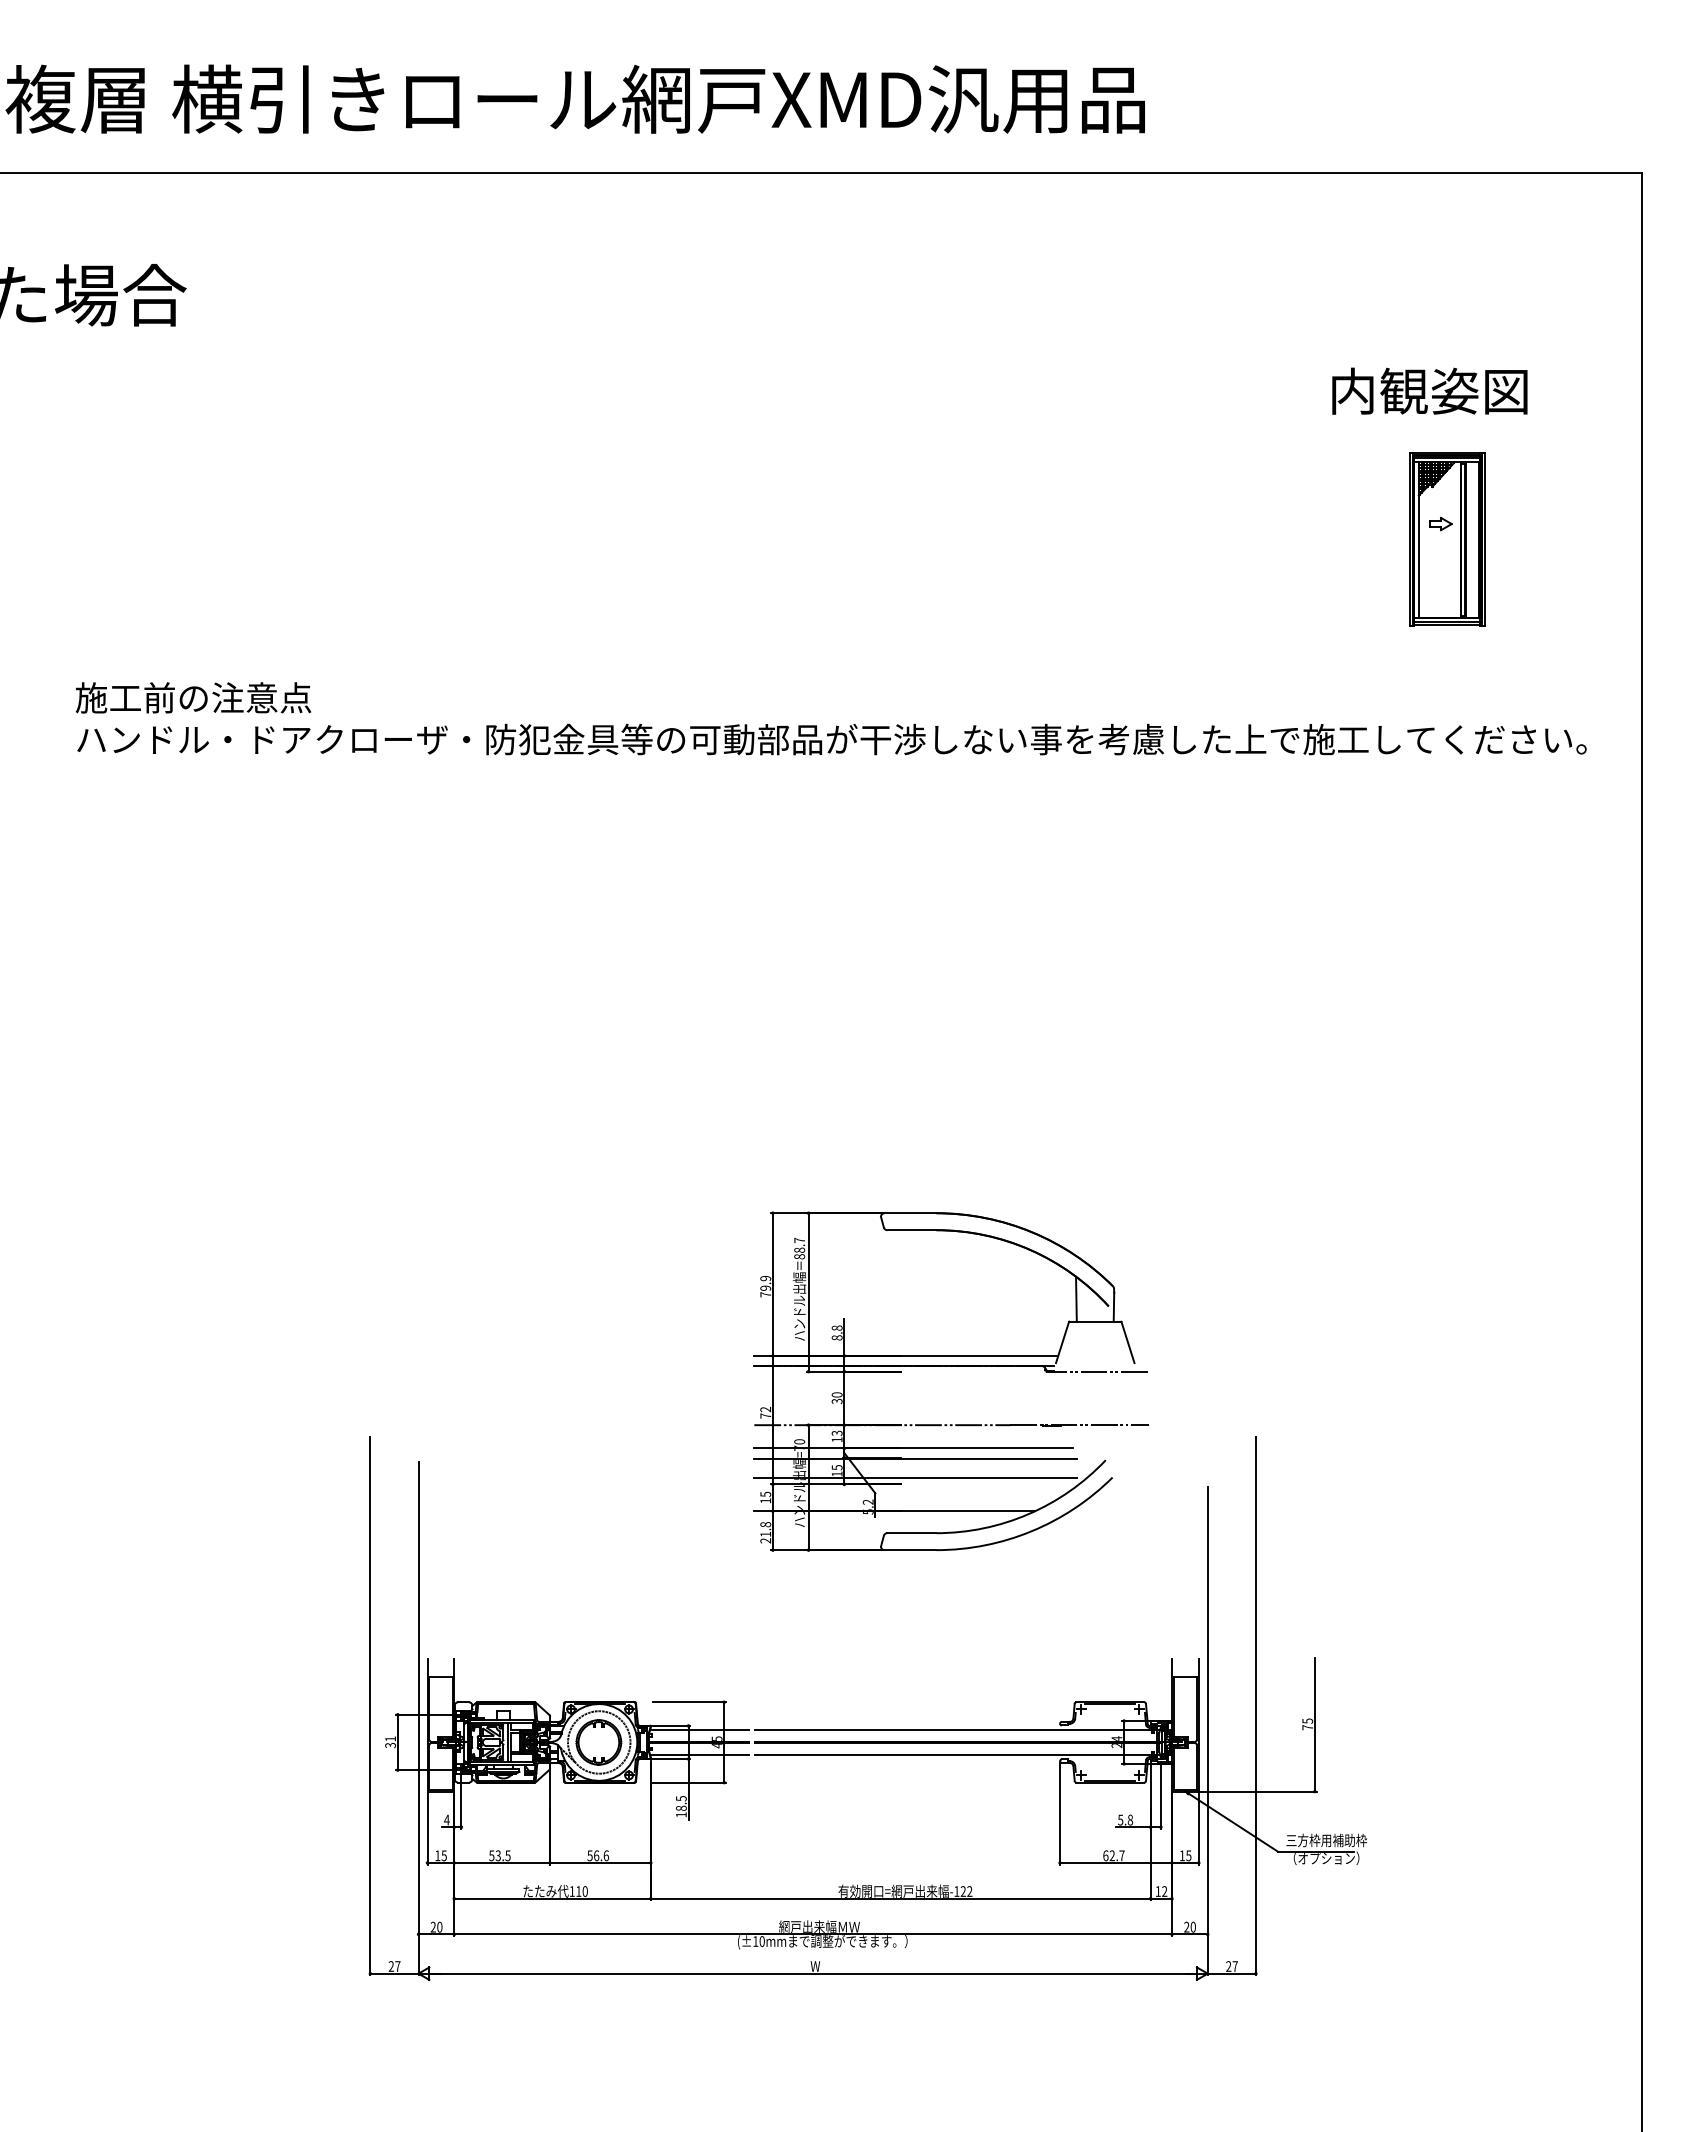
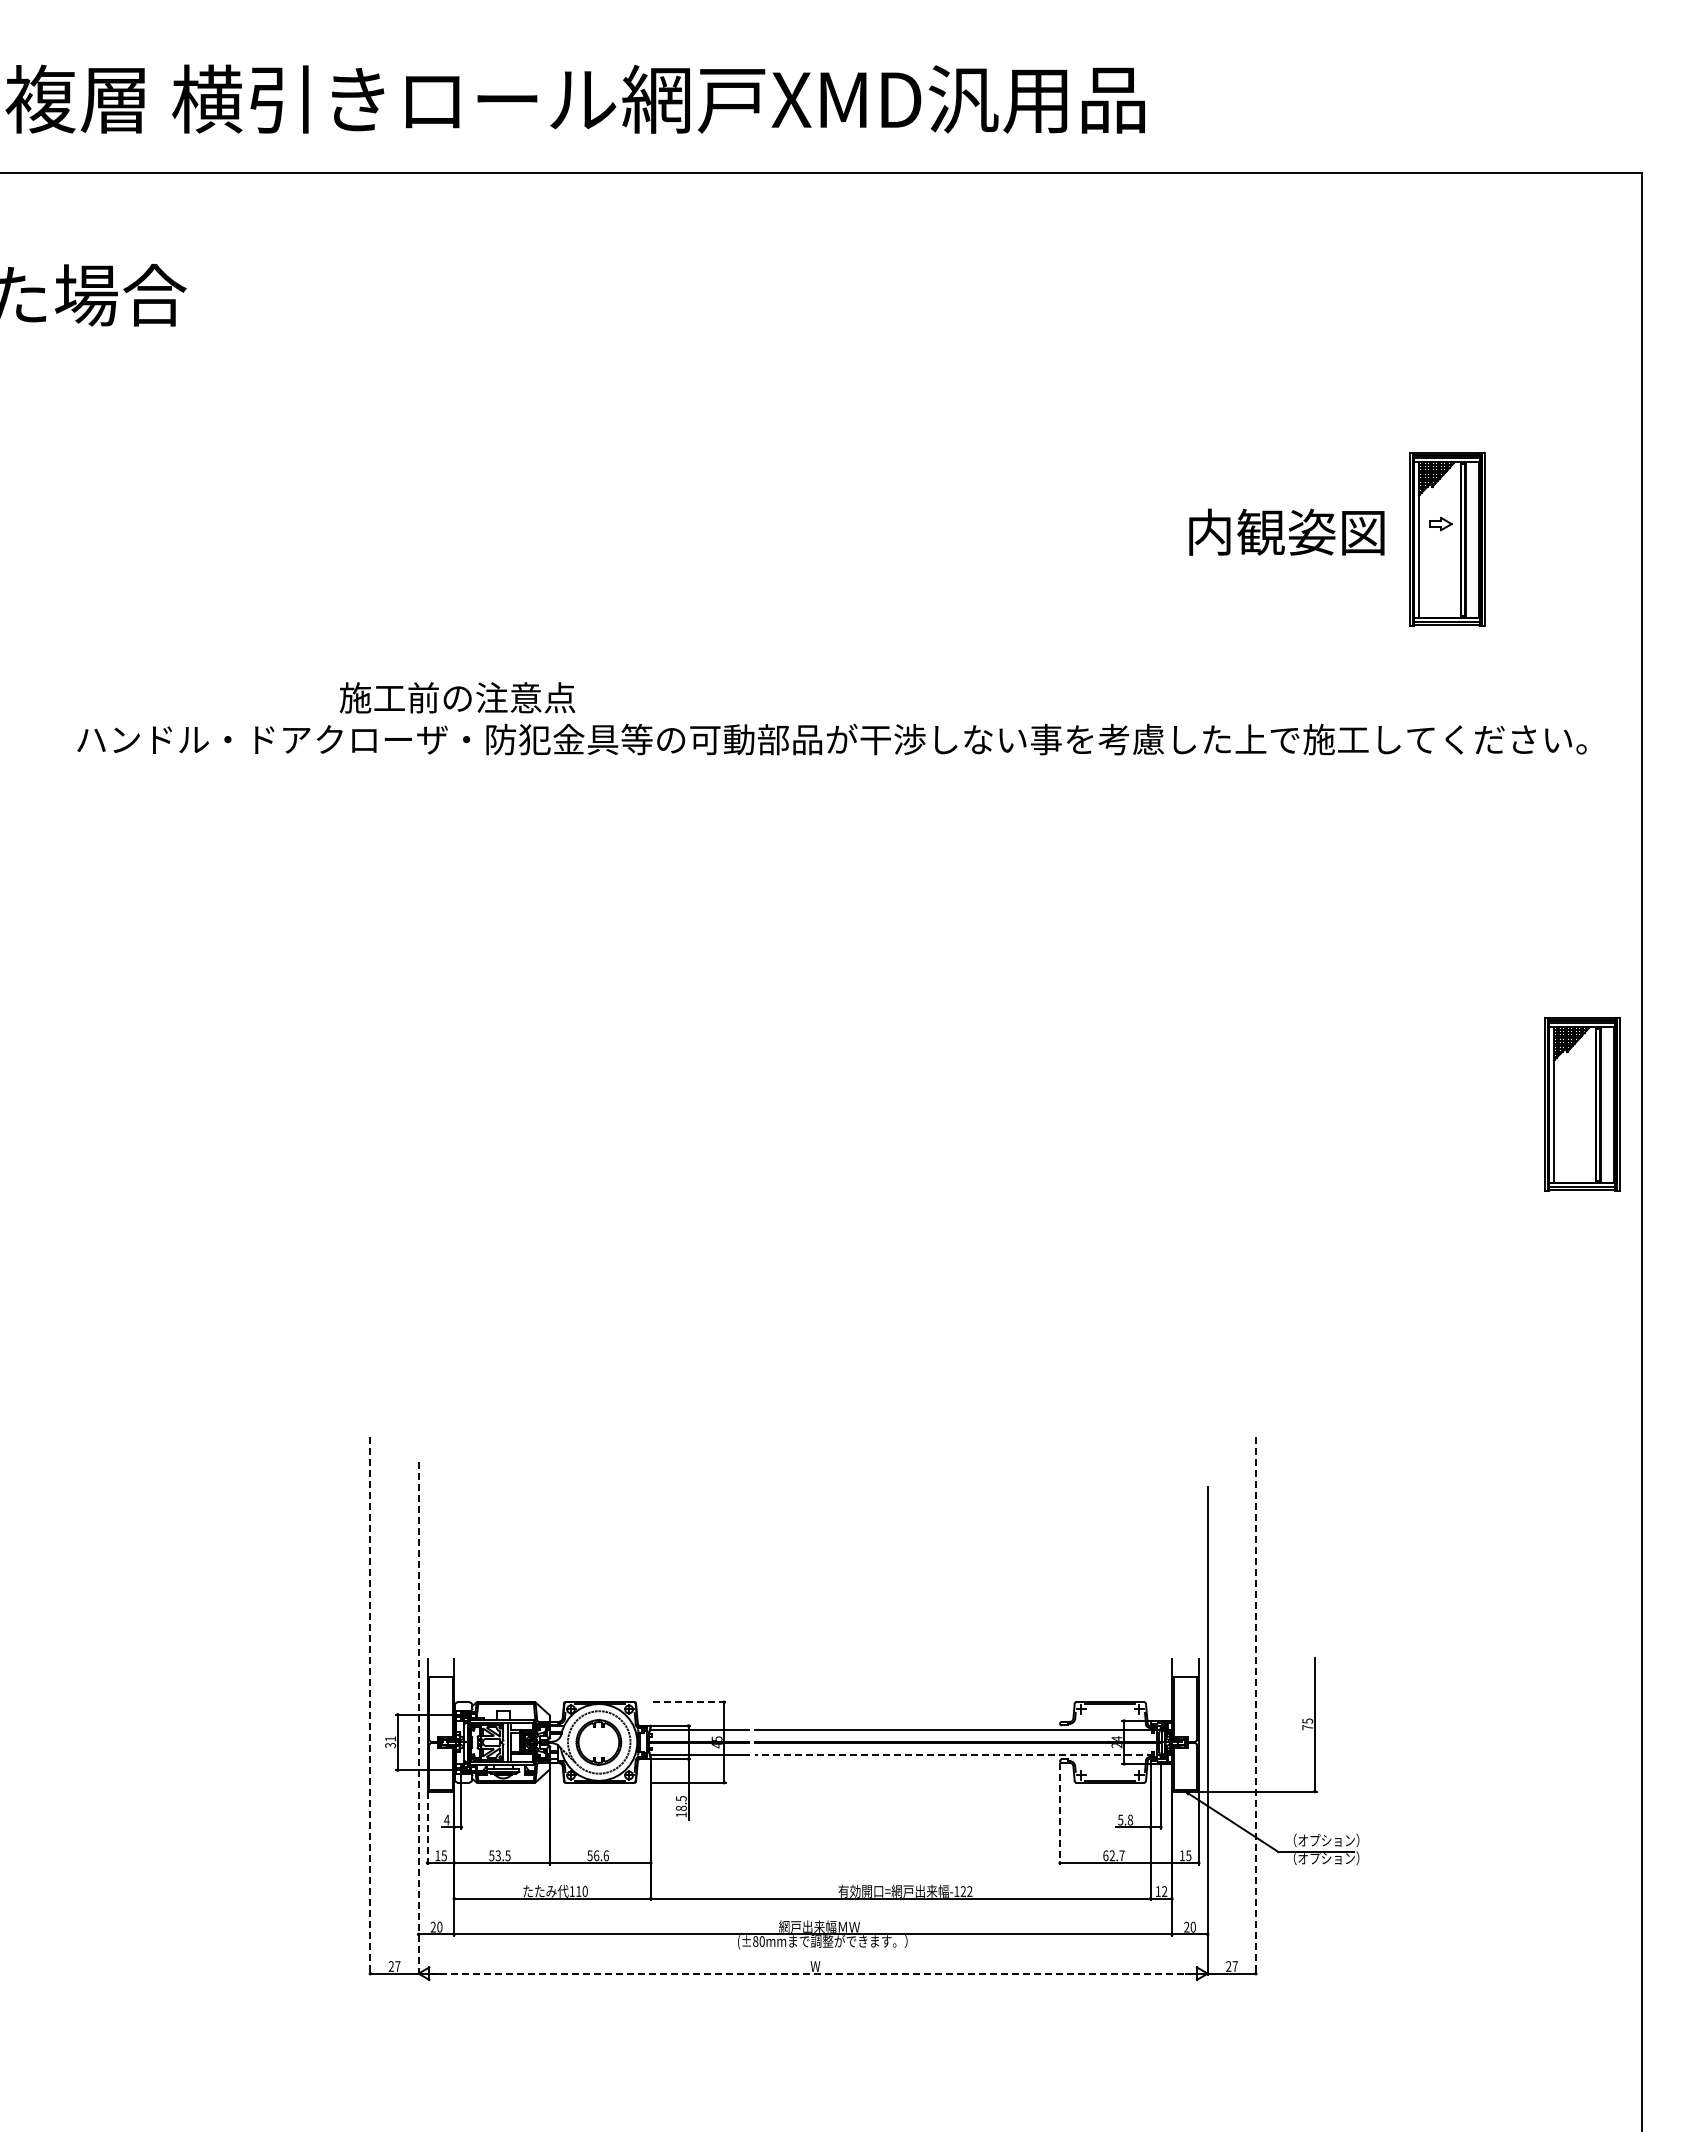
text at (1429, 390) position: (1429, 390) -> (1286, 531)
text at (193, 697) position: (193, 697) -> (457, 697)
part at (1582, 1104): none -> present
part at (950, 1366): present -> none
line at (689, 1702): solid -> dashed
line at (370, 1706): solid -> dashed
line at (1255, 1706): solid -> dashed
line at (418, 1719): solid -> dashed
line at (959, 1755): solid -> dashed
line at (1060, 1813): solid -> dashed
line at (427, 1829): solid -> dashed
text at (1326, 1840): 三方枠用補助枠 -> （オプション）
text at (755, 1941): (±10mm -> (±80mm
line at (812, 1973): solid -> dashed
